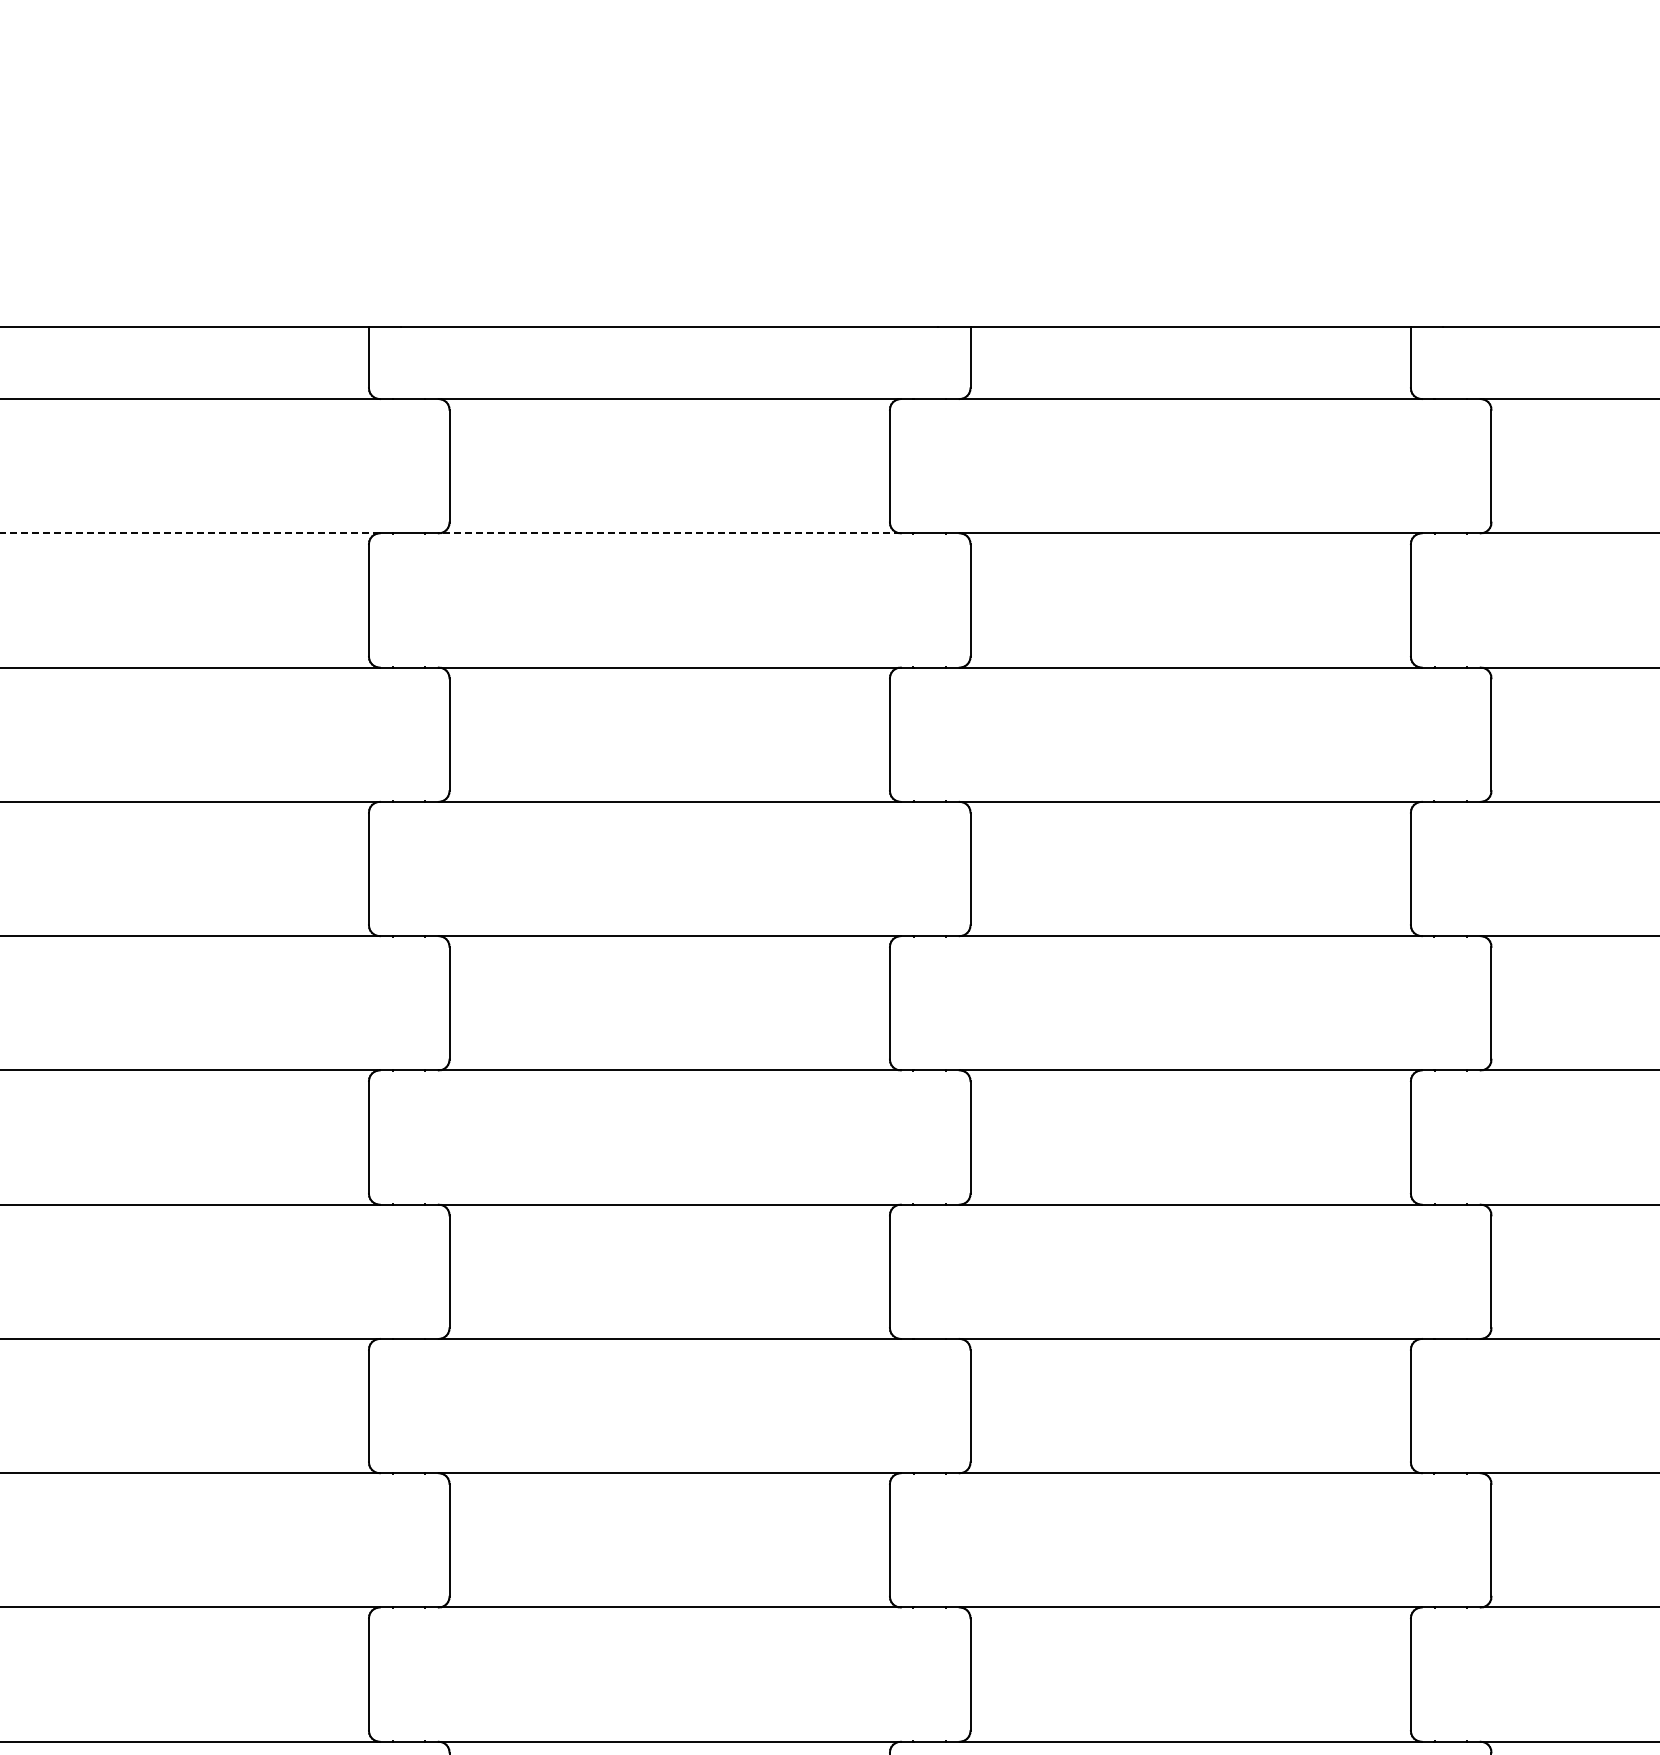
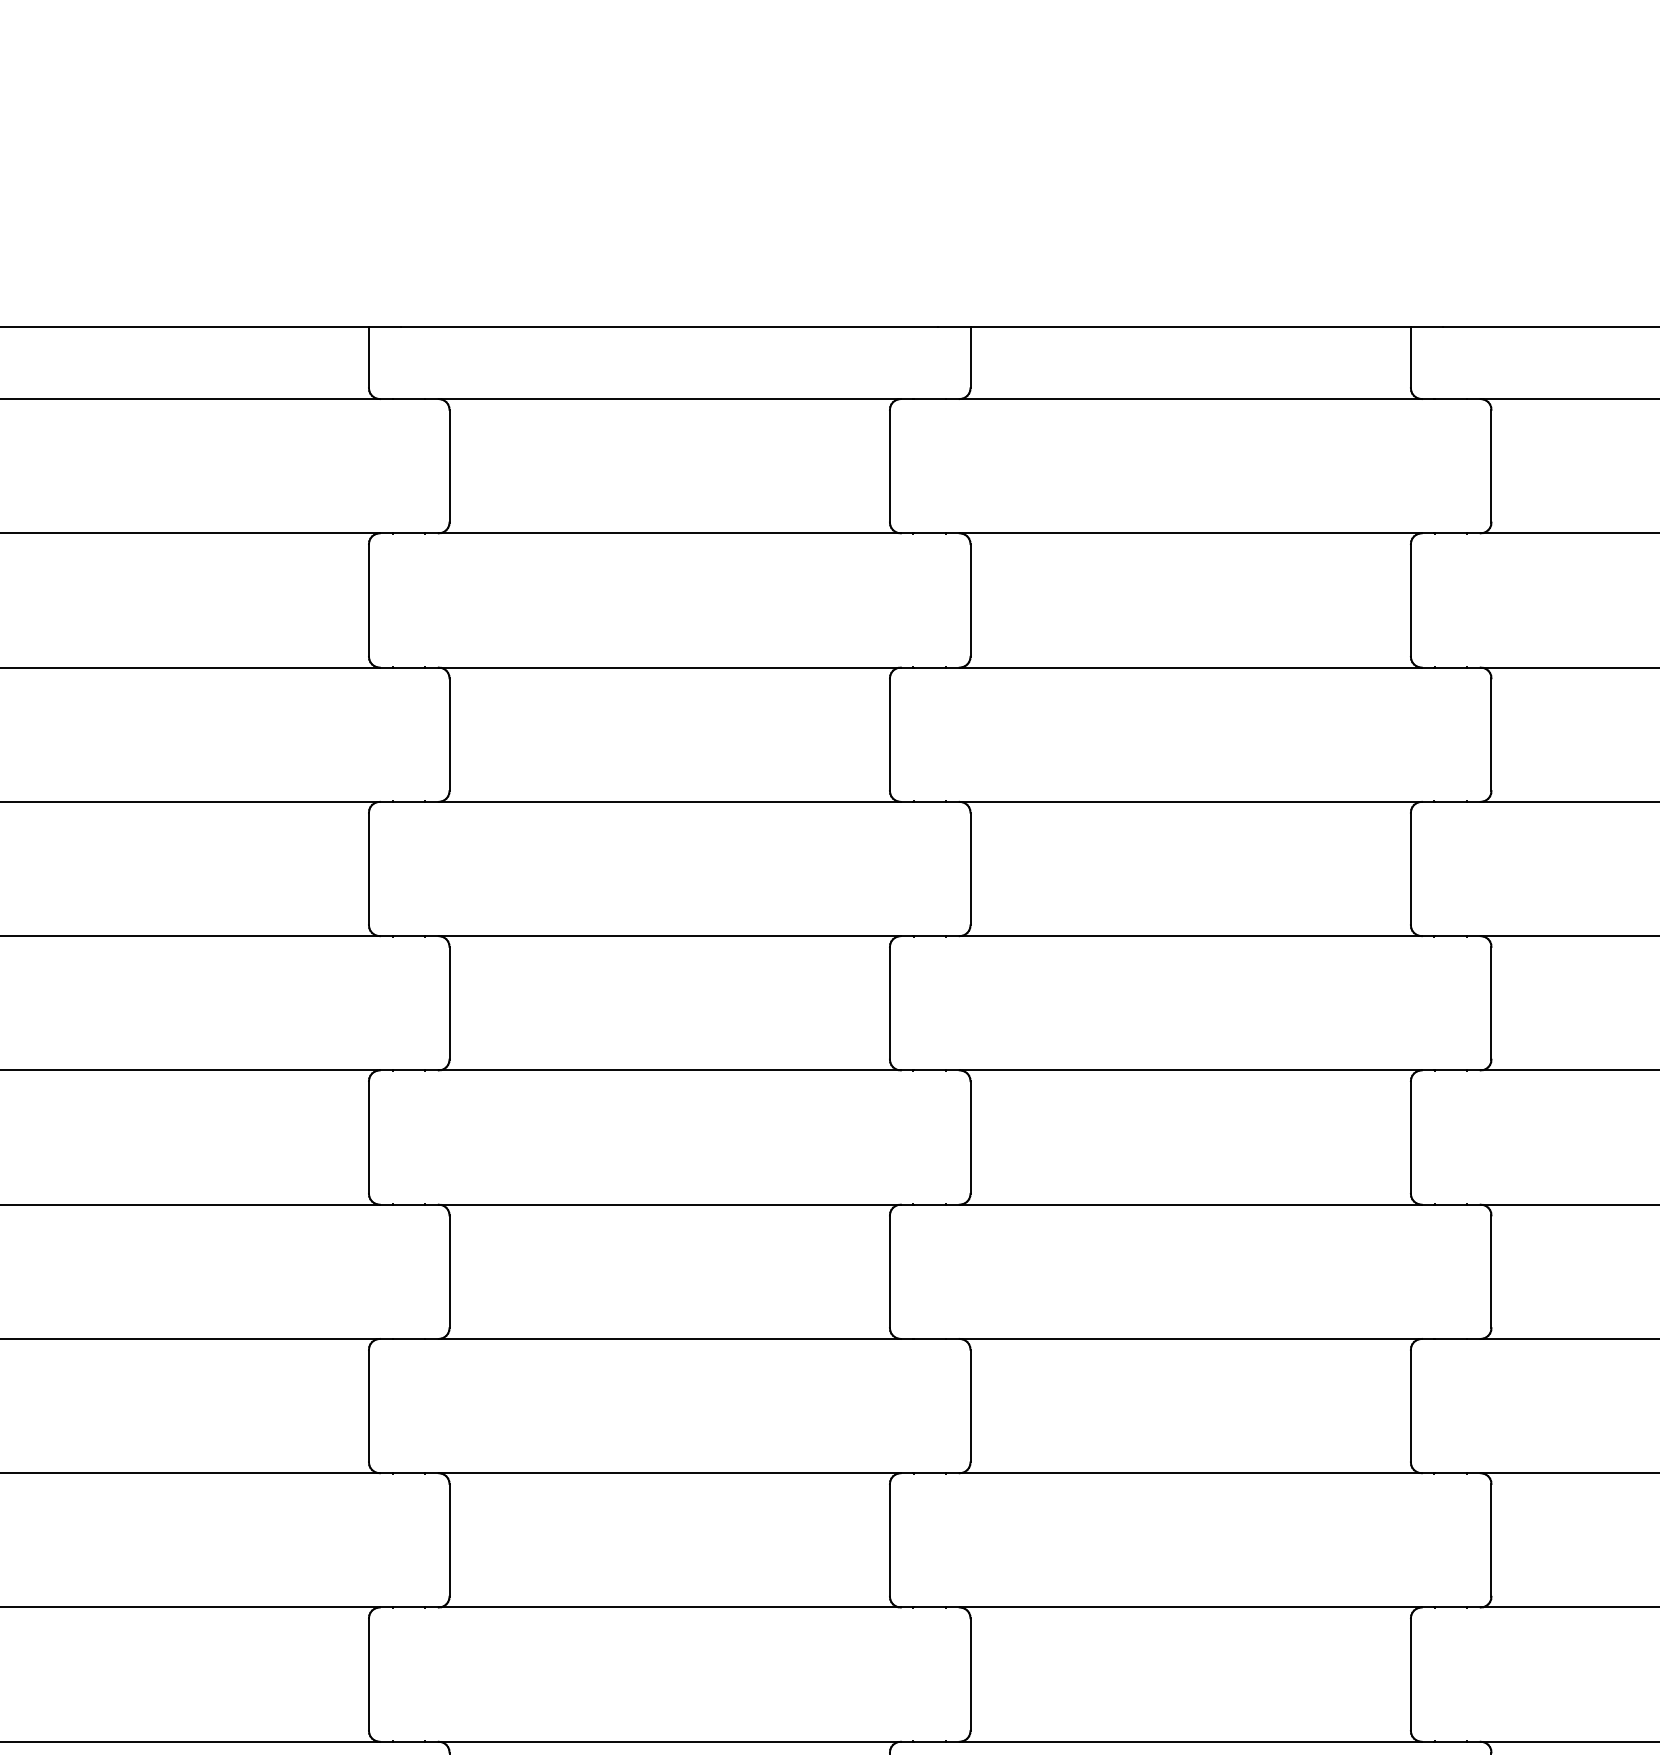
line at (190, 533): dashed -> solid
line at (669, 533): dashed -> solid
